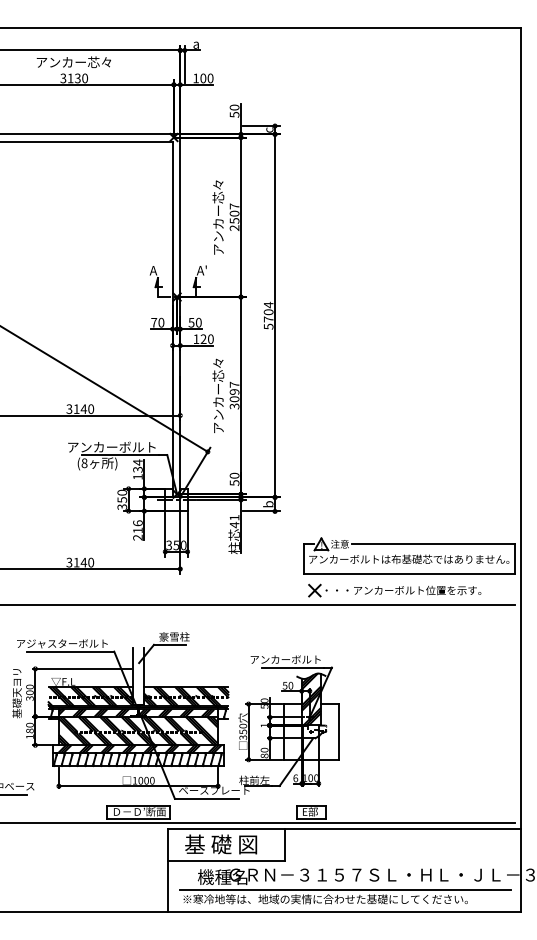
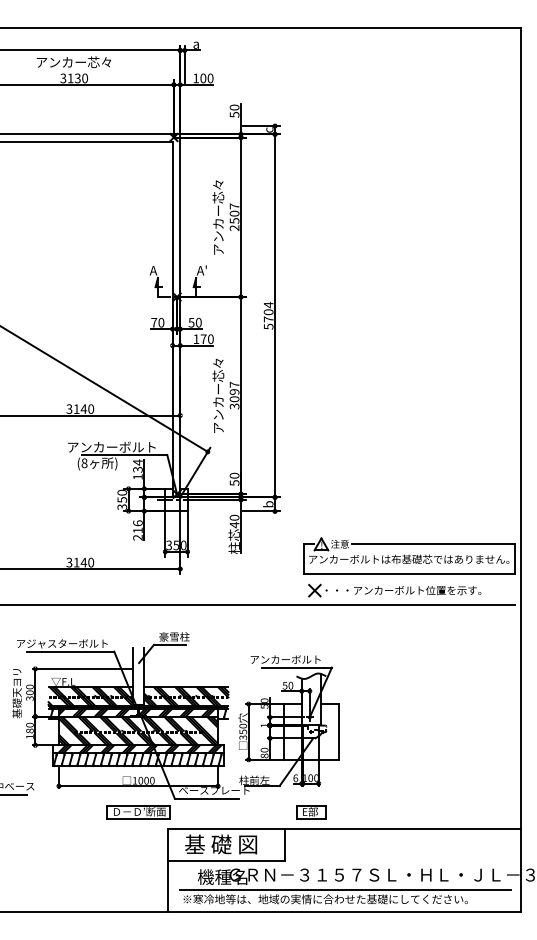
text at (203, 338): 120 -> 170
text at (234, 517): 41 -> 40
hatch at (310, 699): present -> none
line at (258, 822): present -> none
